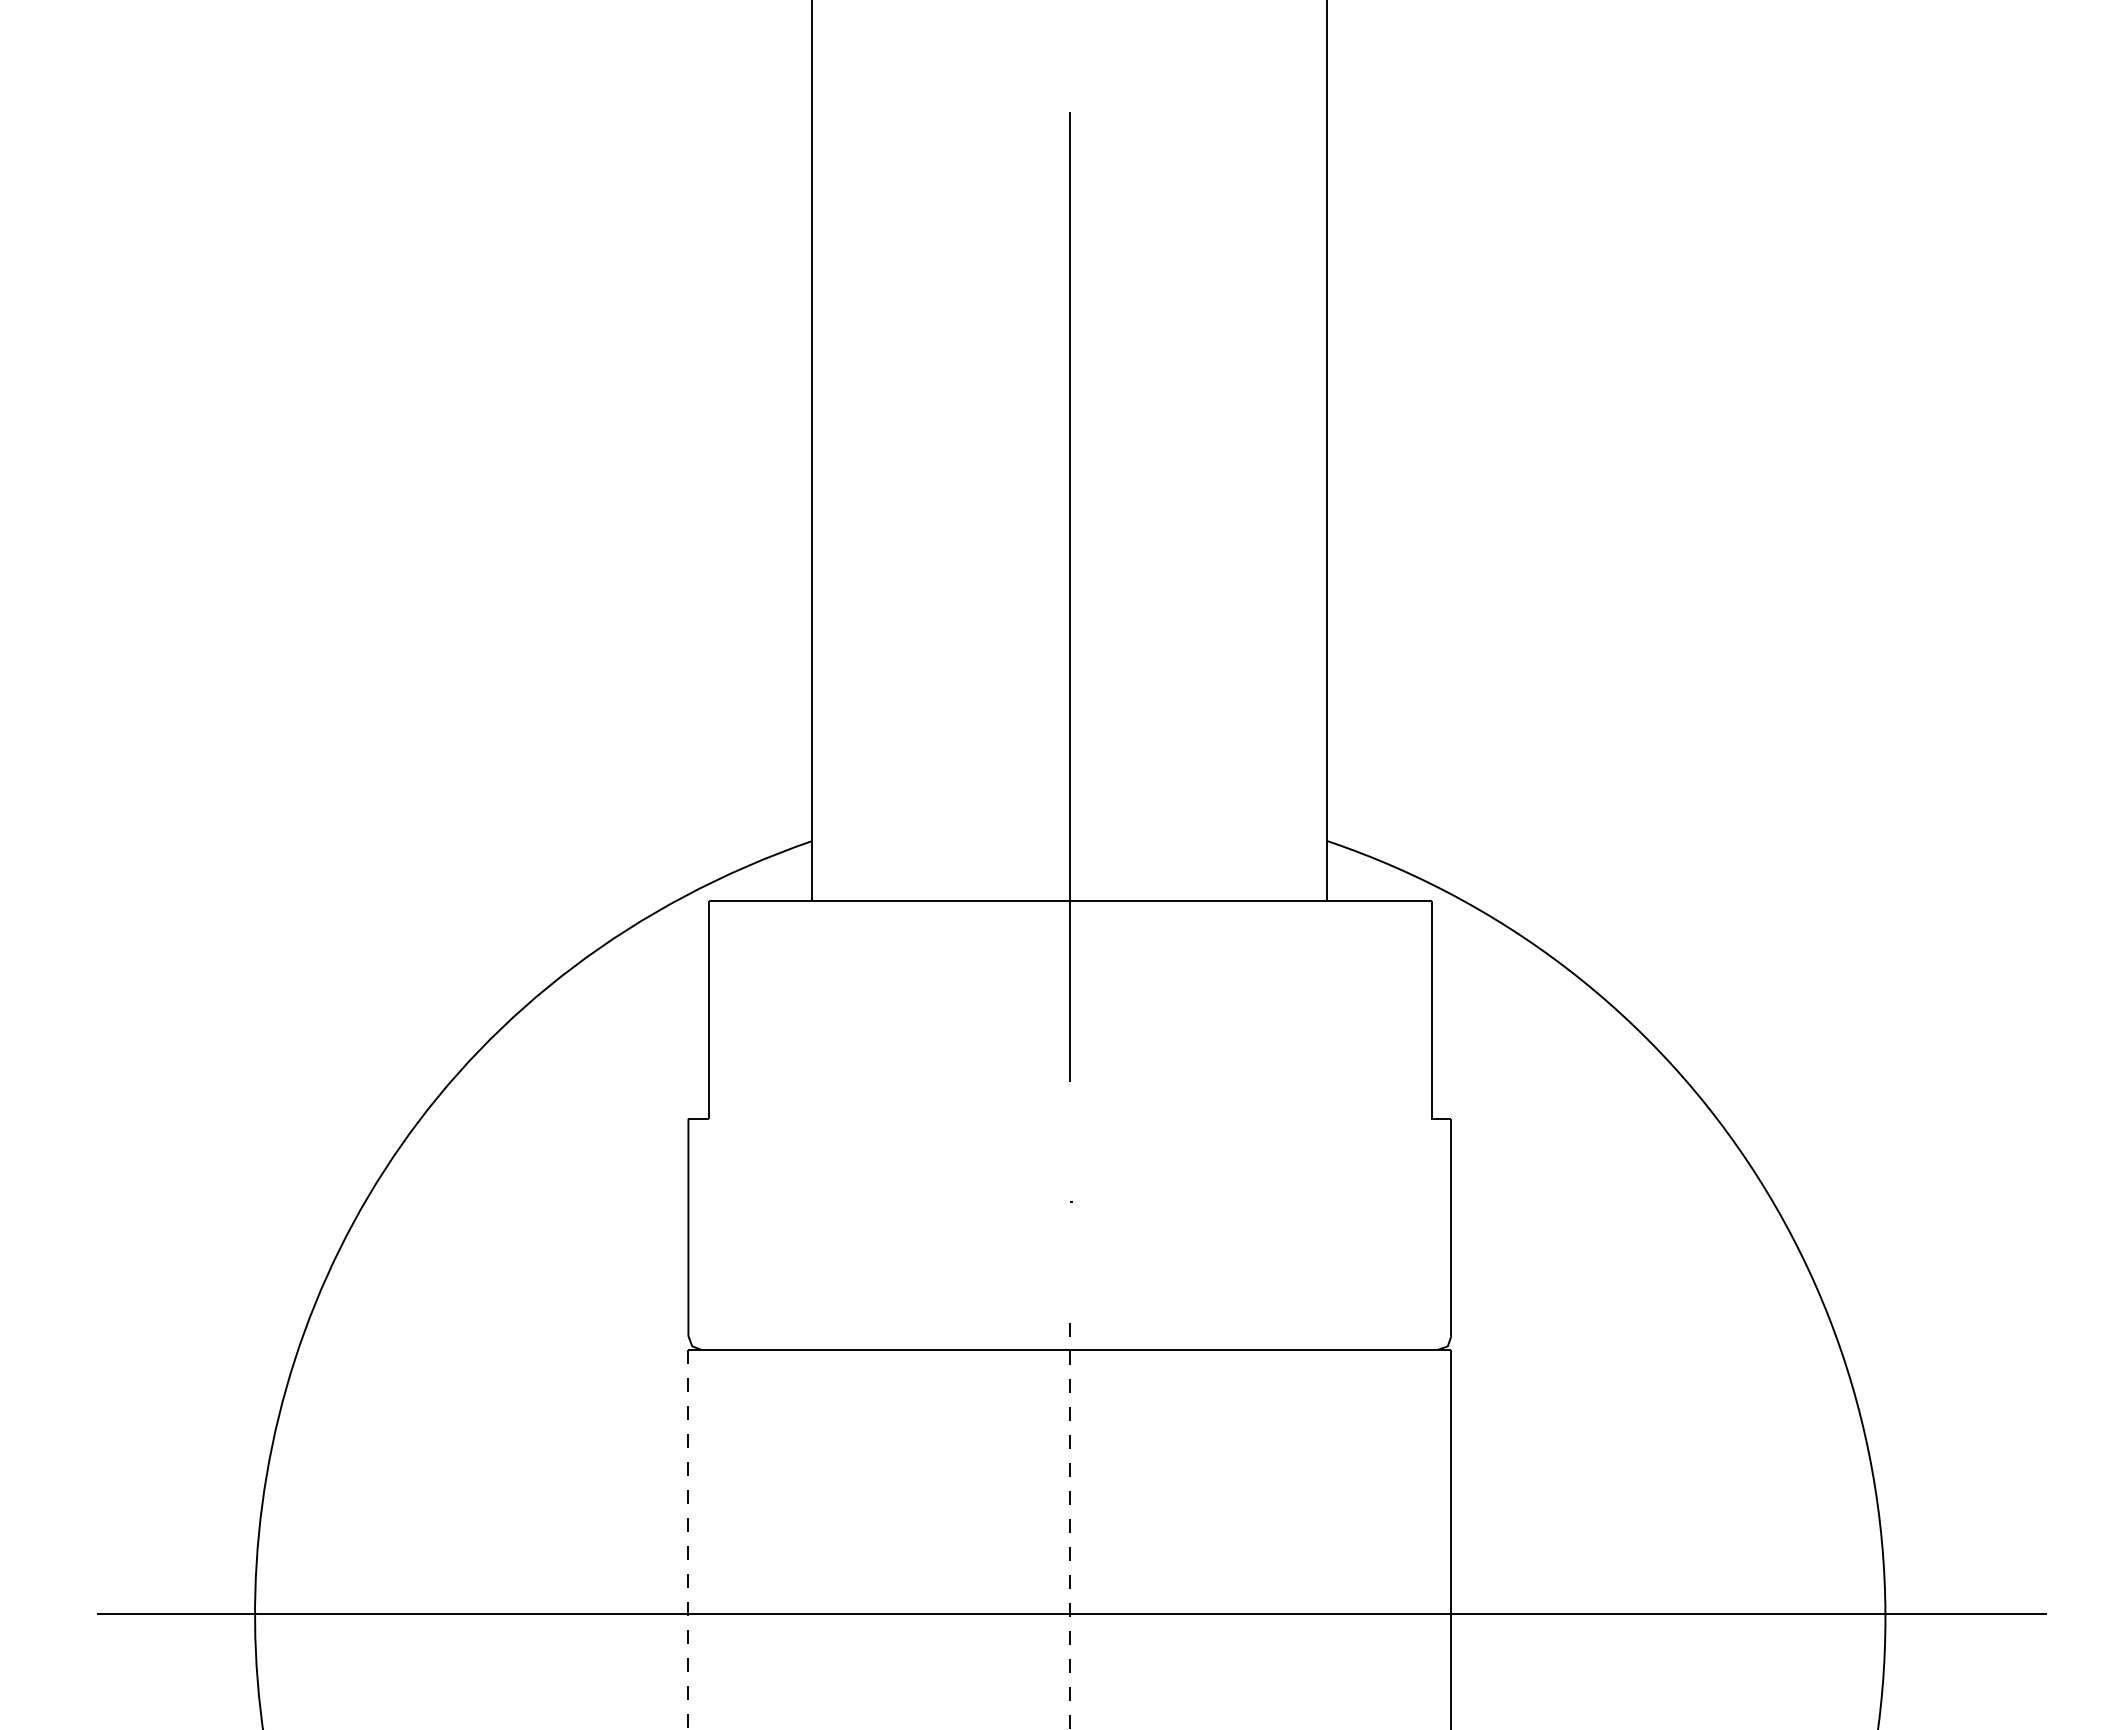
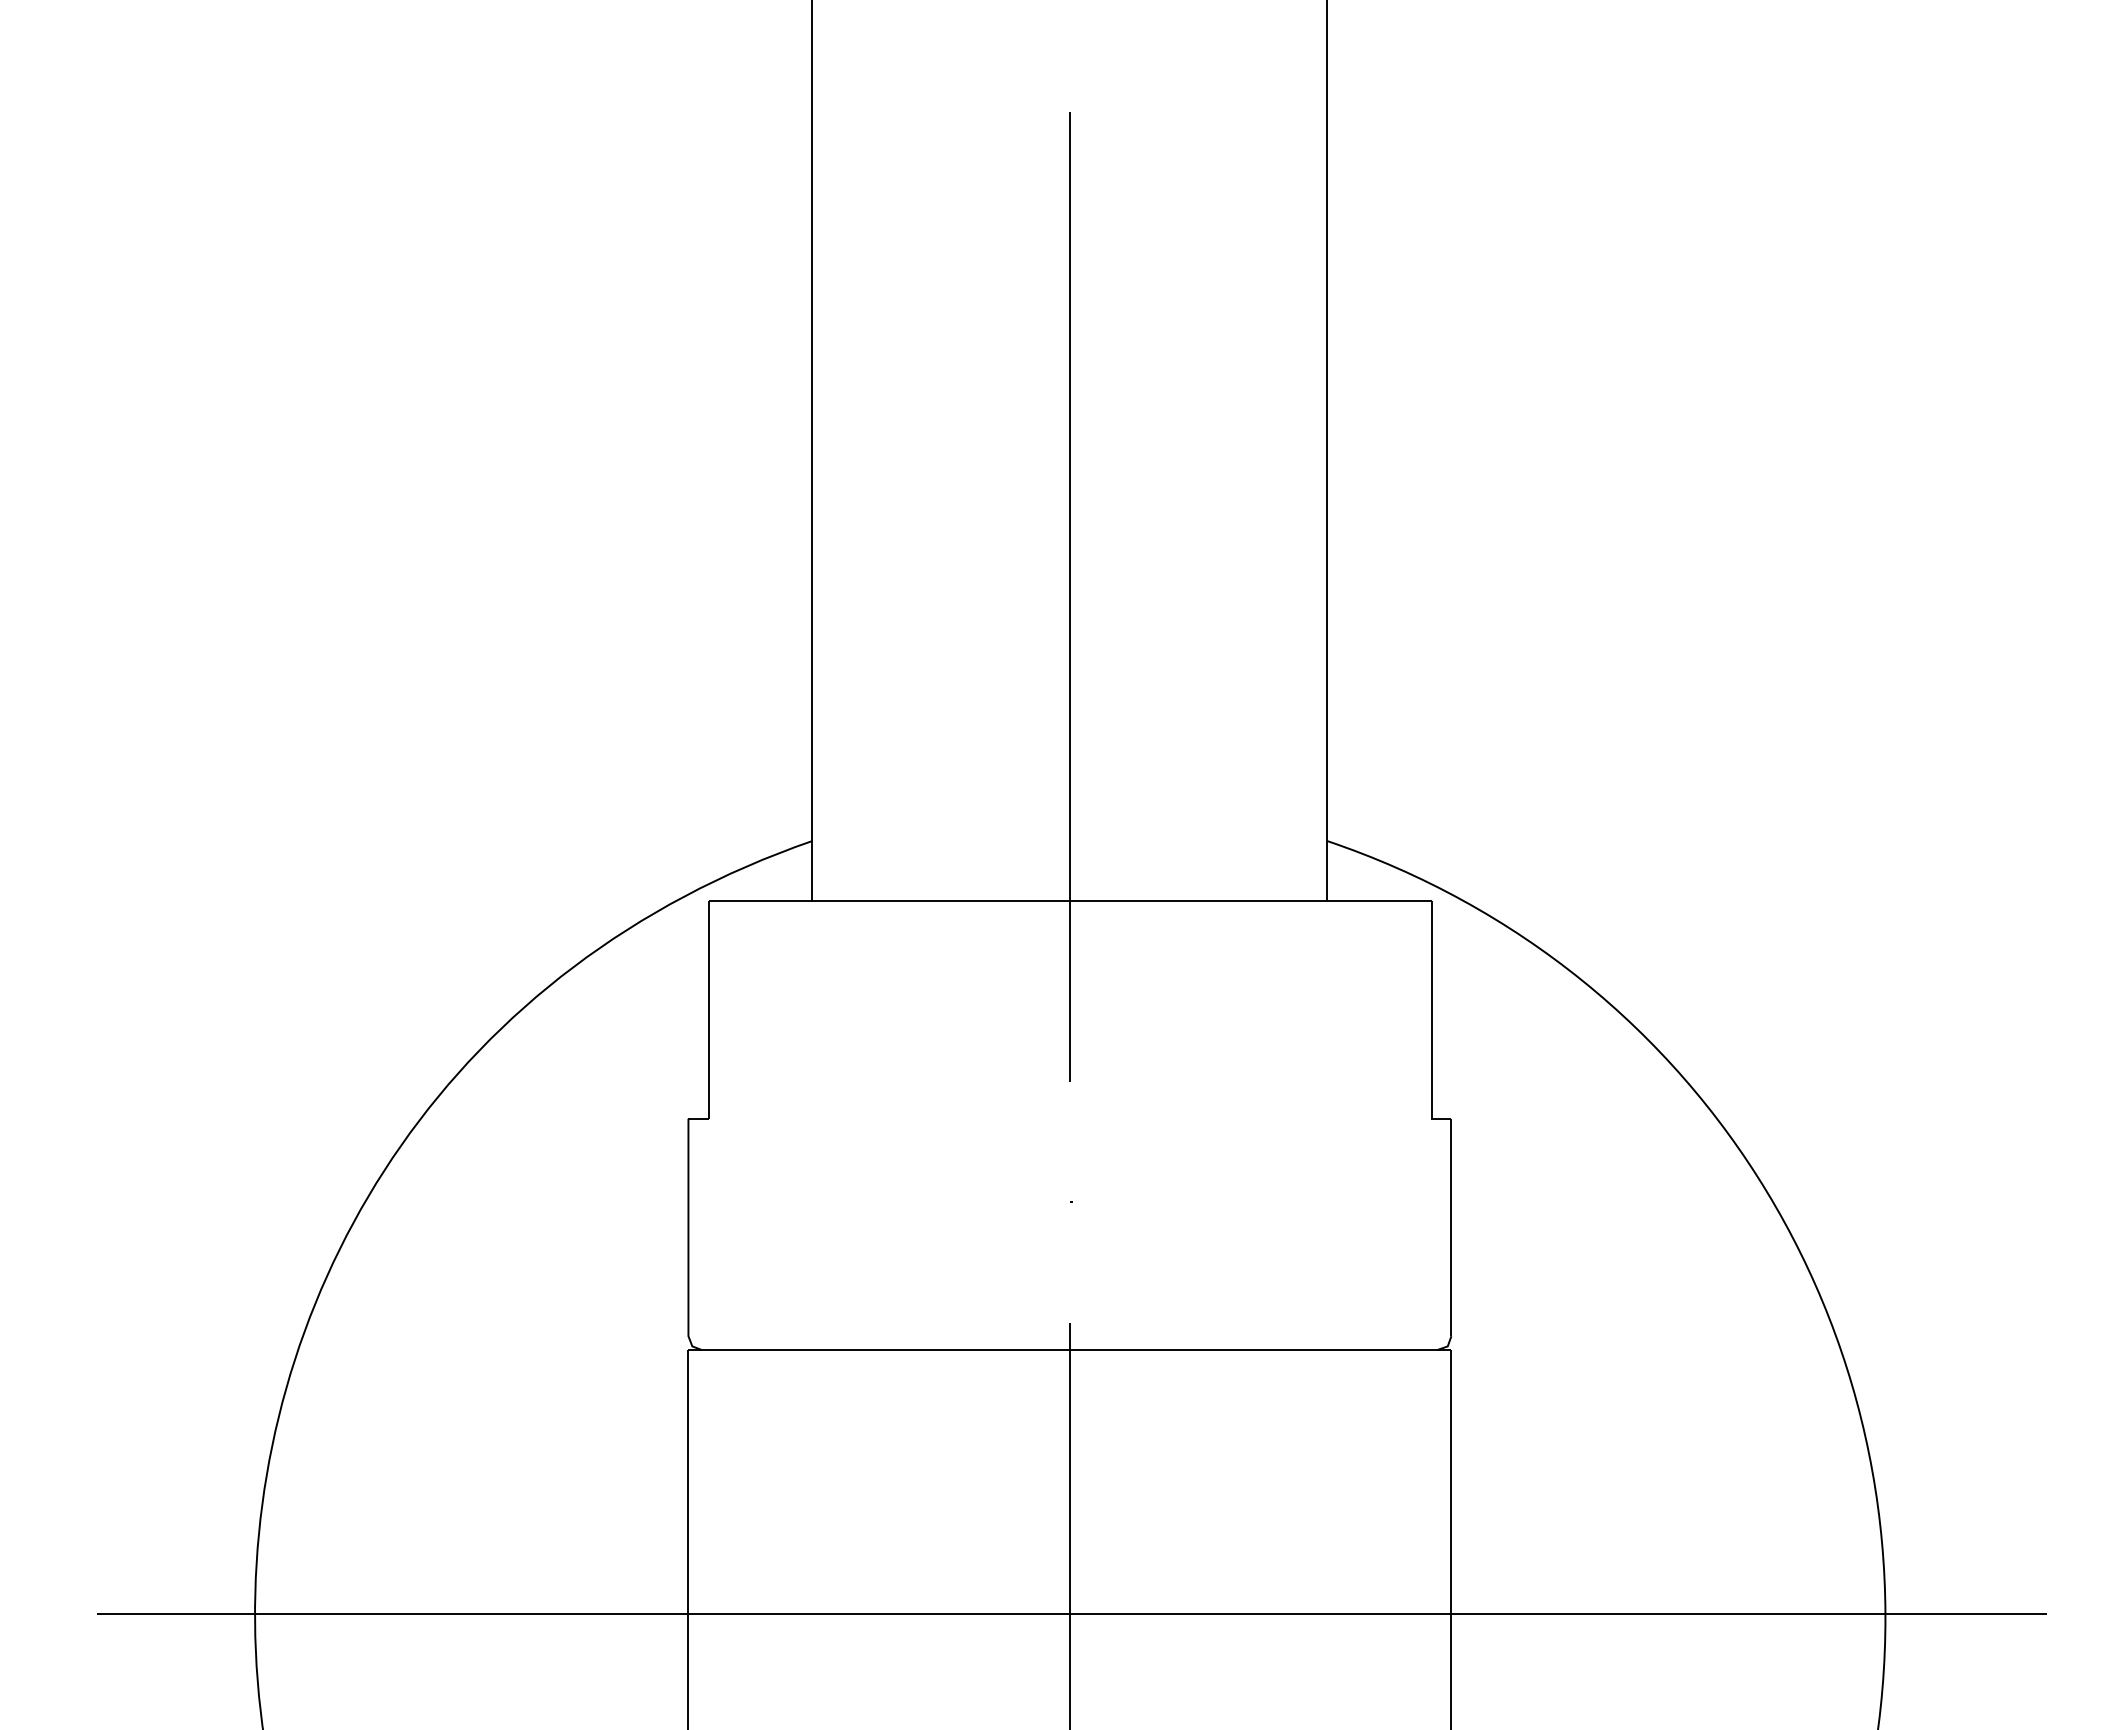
line at (1069, 1526): dashed -> solid
line at (688, 1539): dashed -> solid
